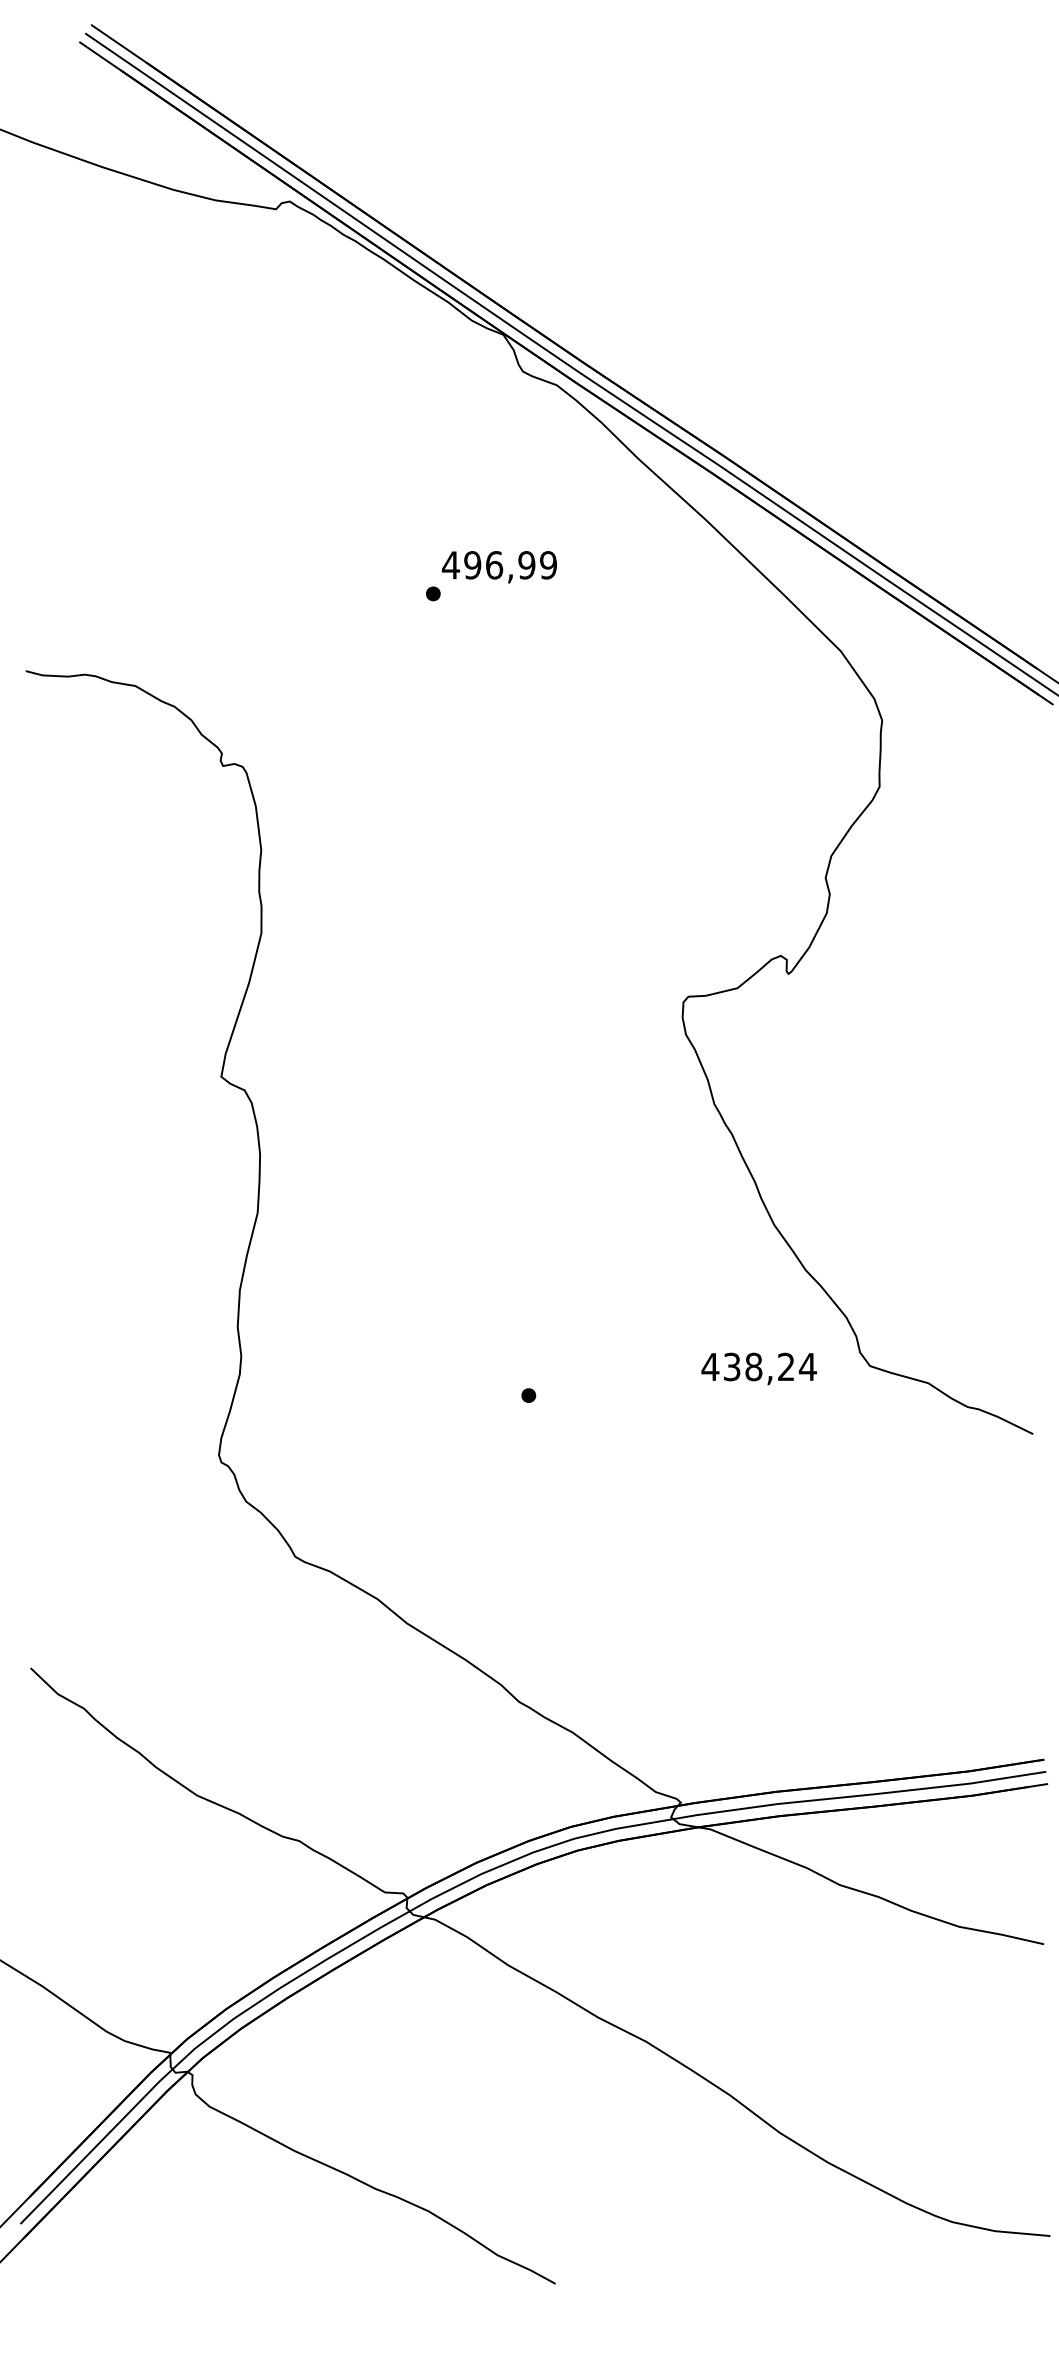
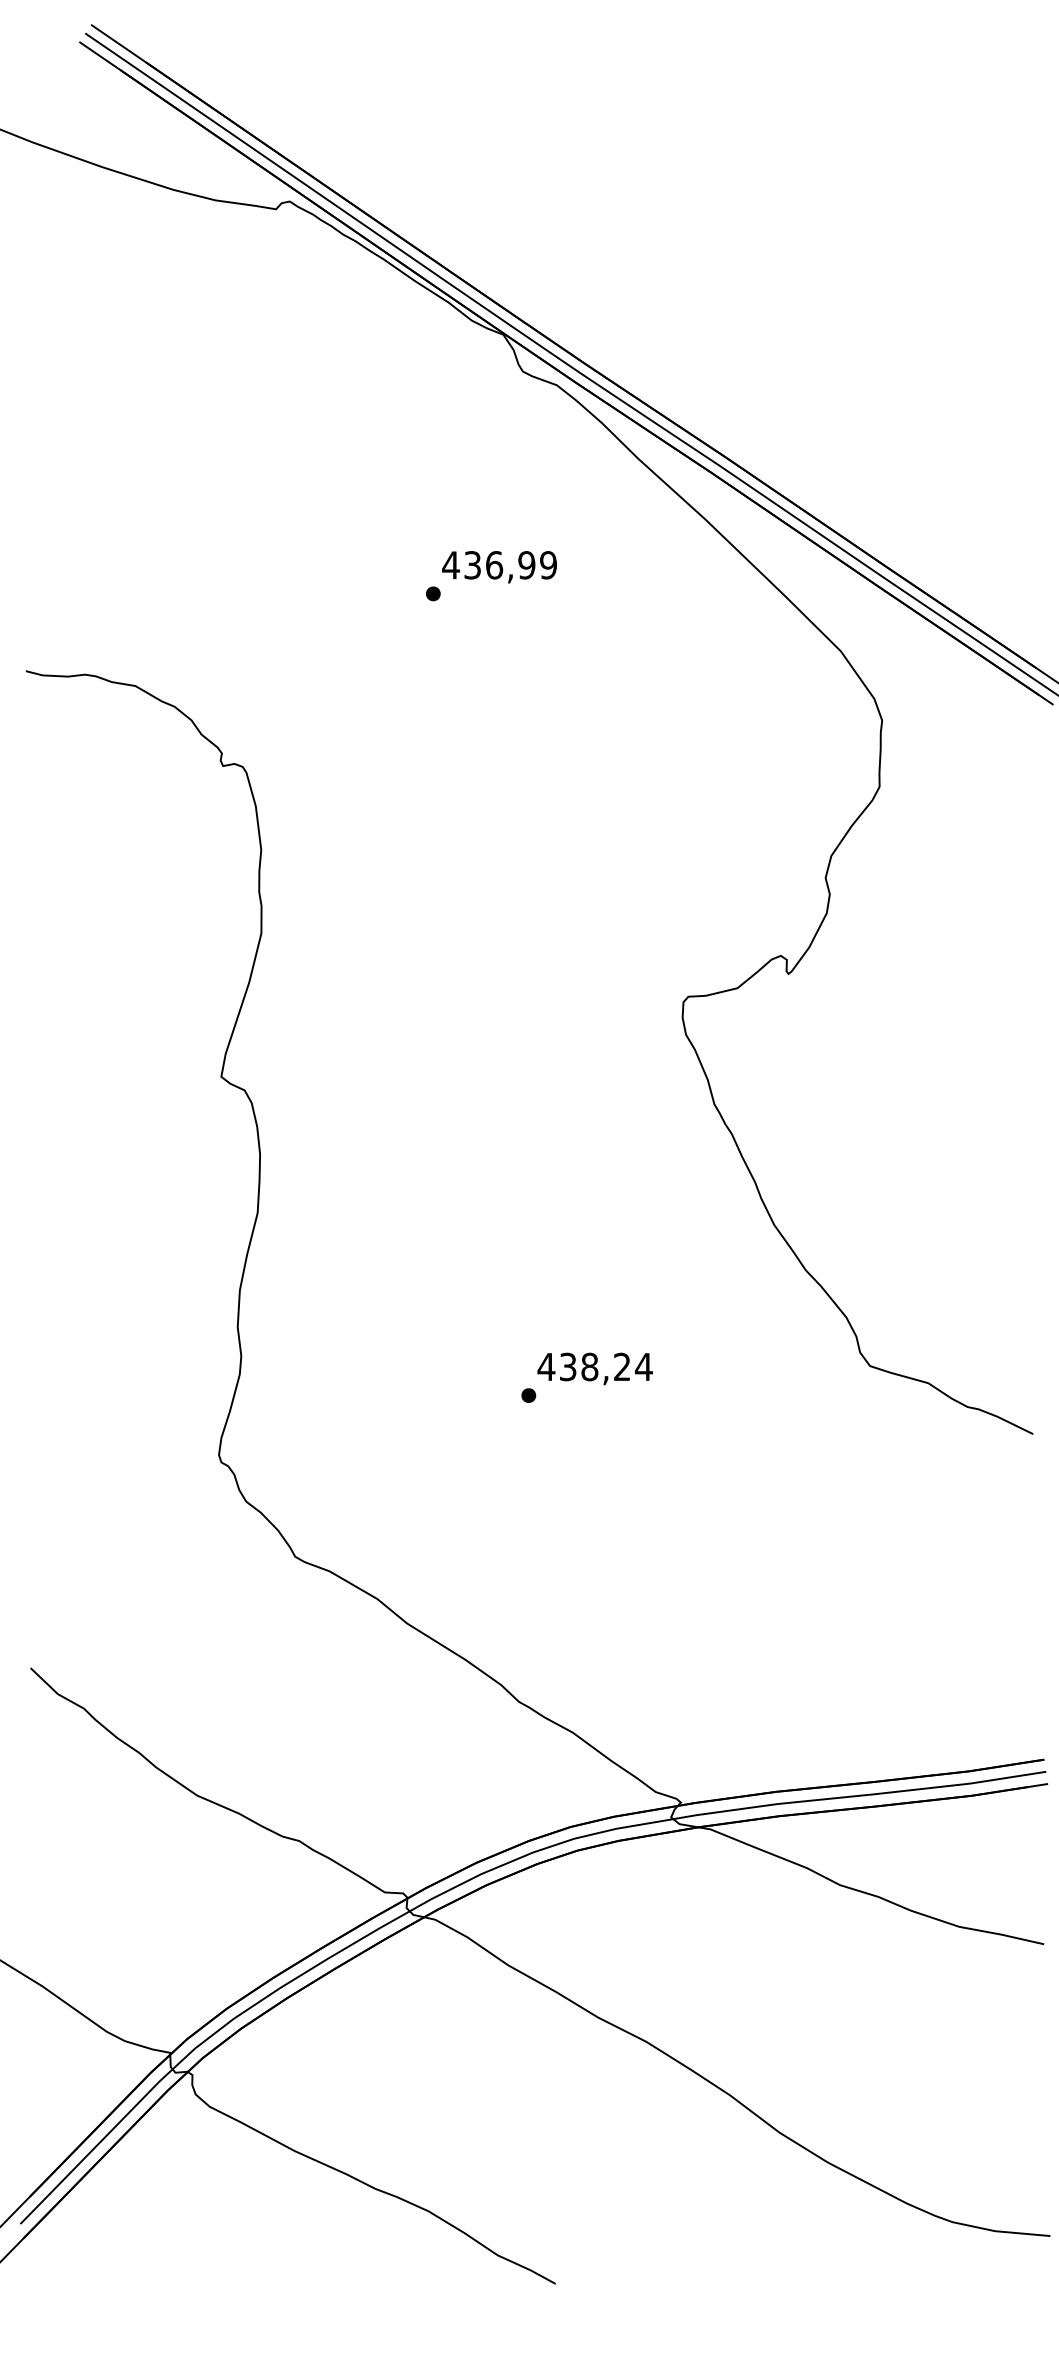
text at (472, 565): 496,99 -> 436,99
text at (758, 1368) position: (758, 1368) -> (594, 1368)
